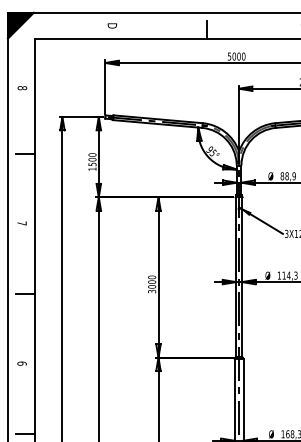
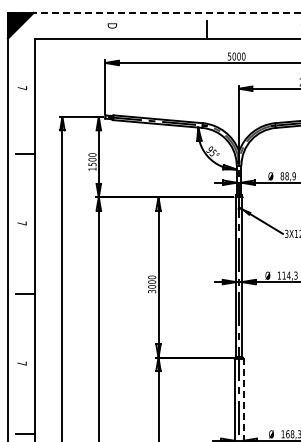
line at (154, 12): solid -> dashed
text at (22, 88): 8 -> 7
text at (21, 363): 6 -> 7
line at (243, 399): solid -> dashed
